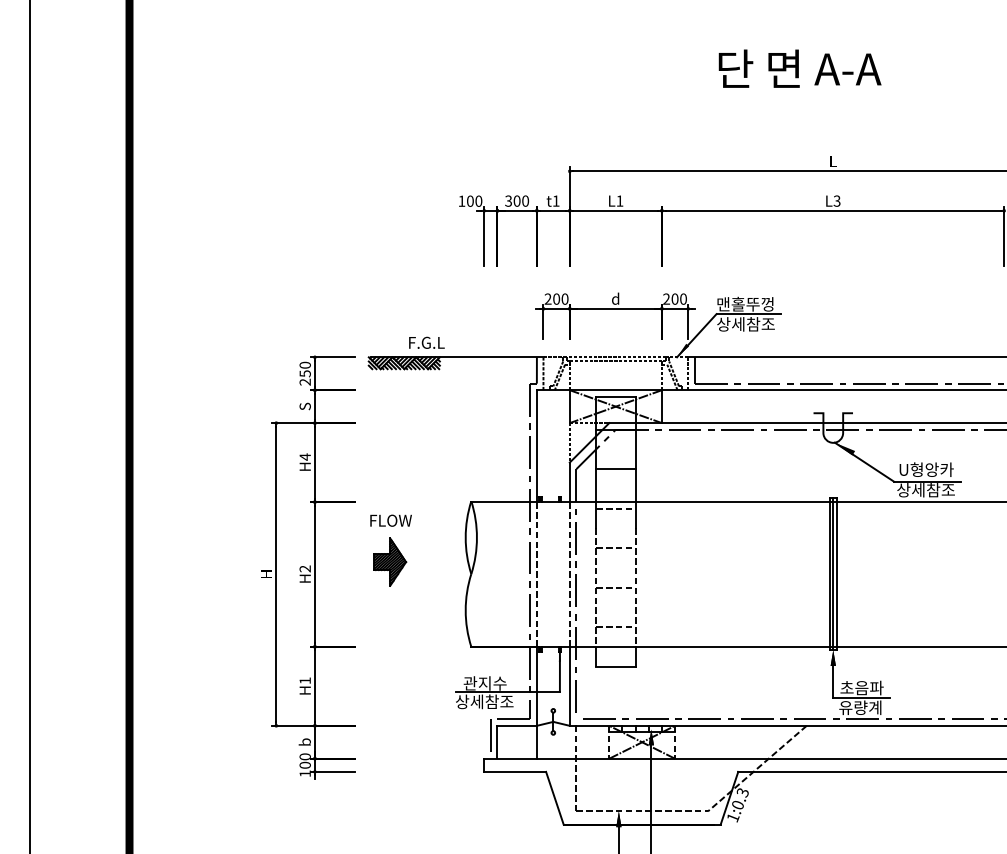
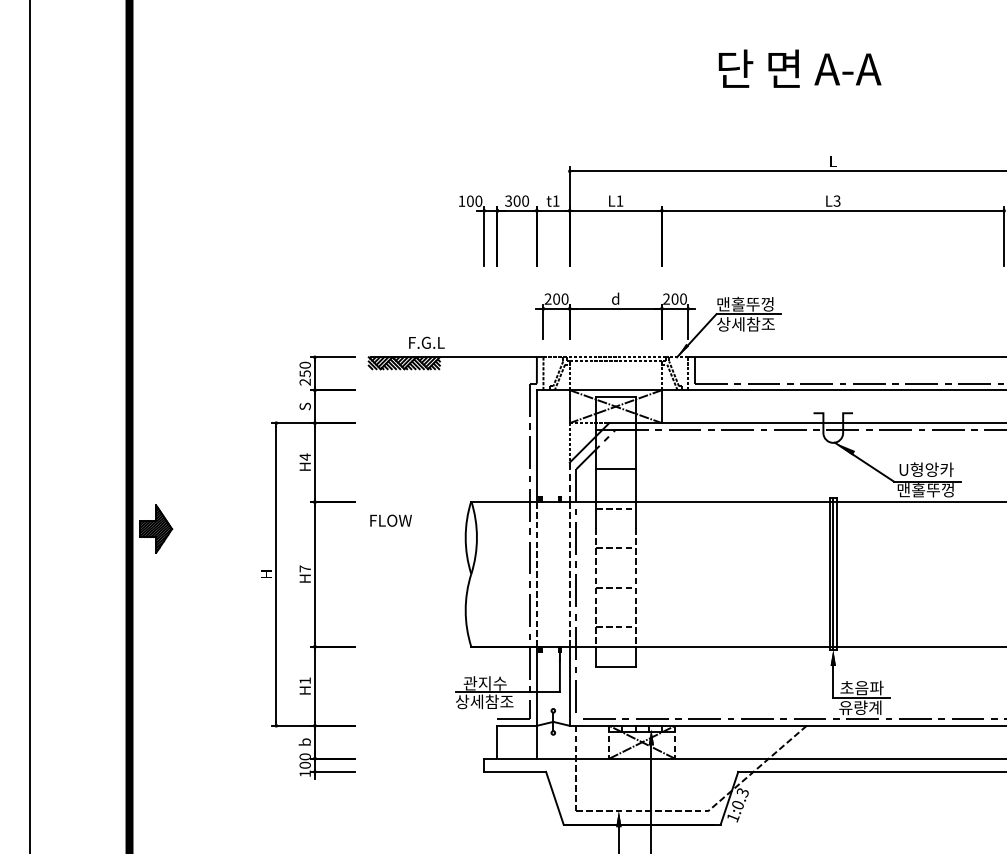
line at (569, 482): solid -> dashed
text at (925, 490): 상세참조 -> 맨홀뚜껑
part at (390, 561) position: (390, 561) -> (156, 528)
text at (304, 568): H2 -> H7
line at (490, 738): present -> none
